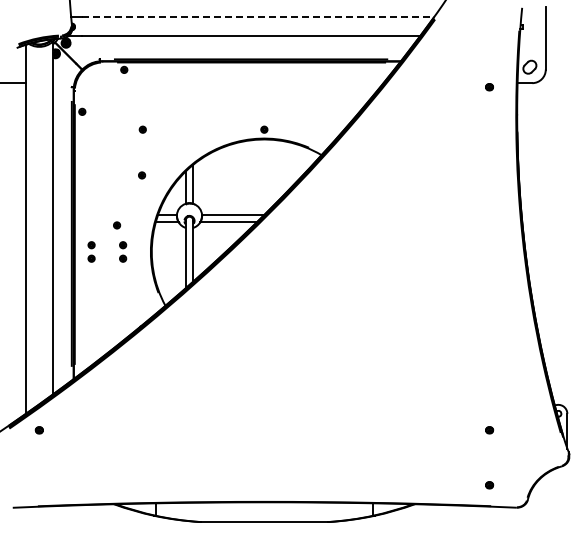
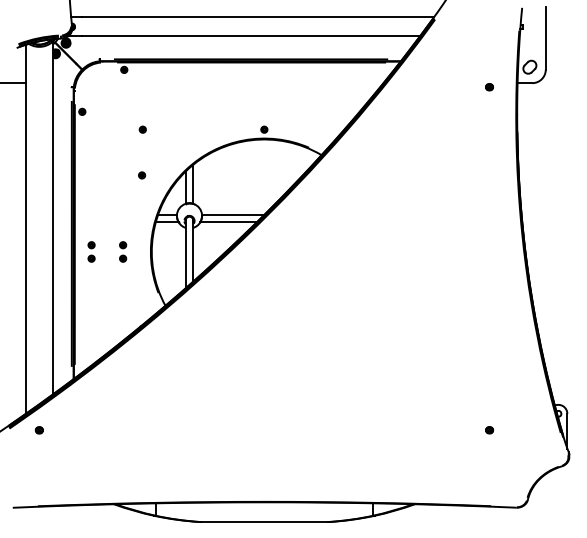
line at (258, 17): dashed -> solid
part at (117, 225): present -> none
part at (489, 485): present -> none
